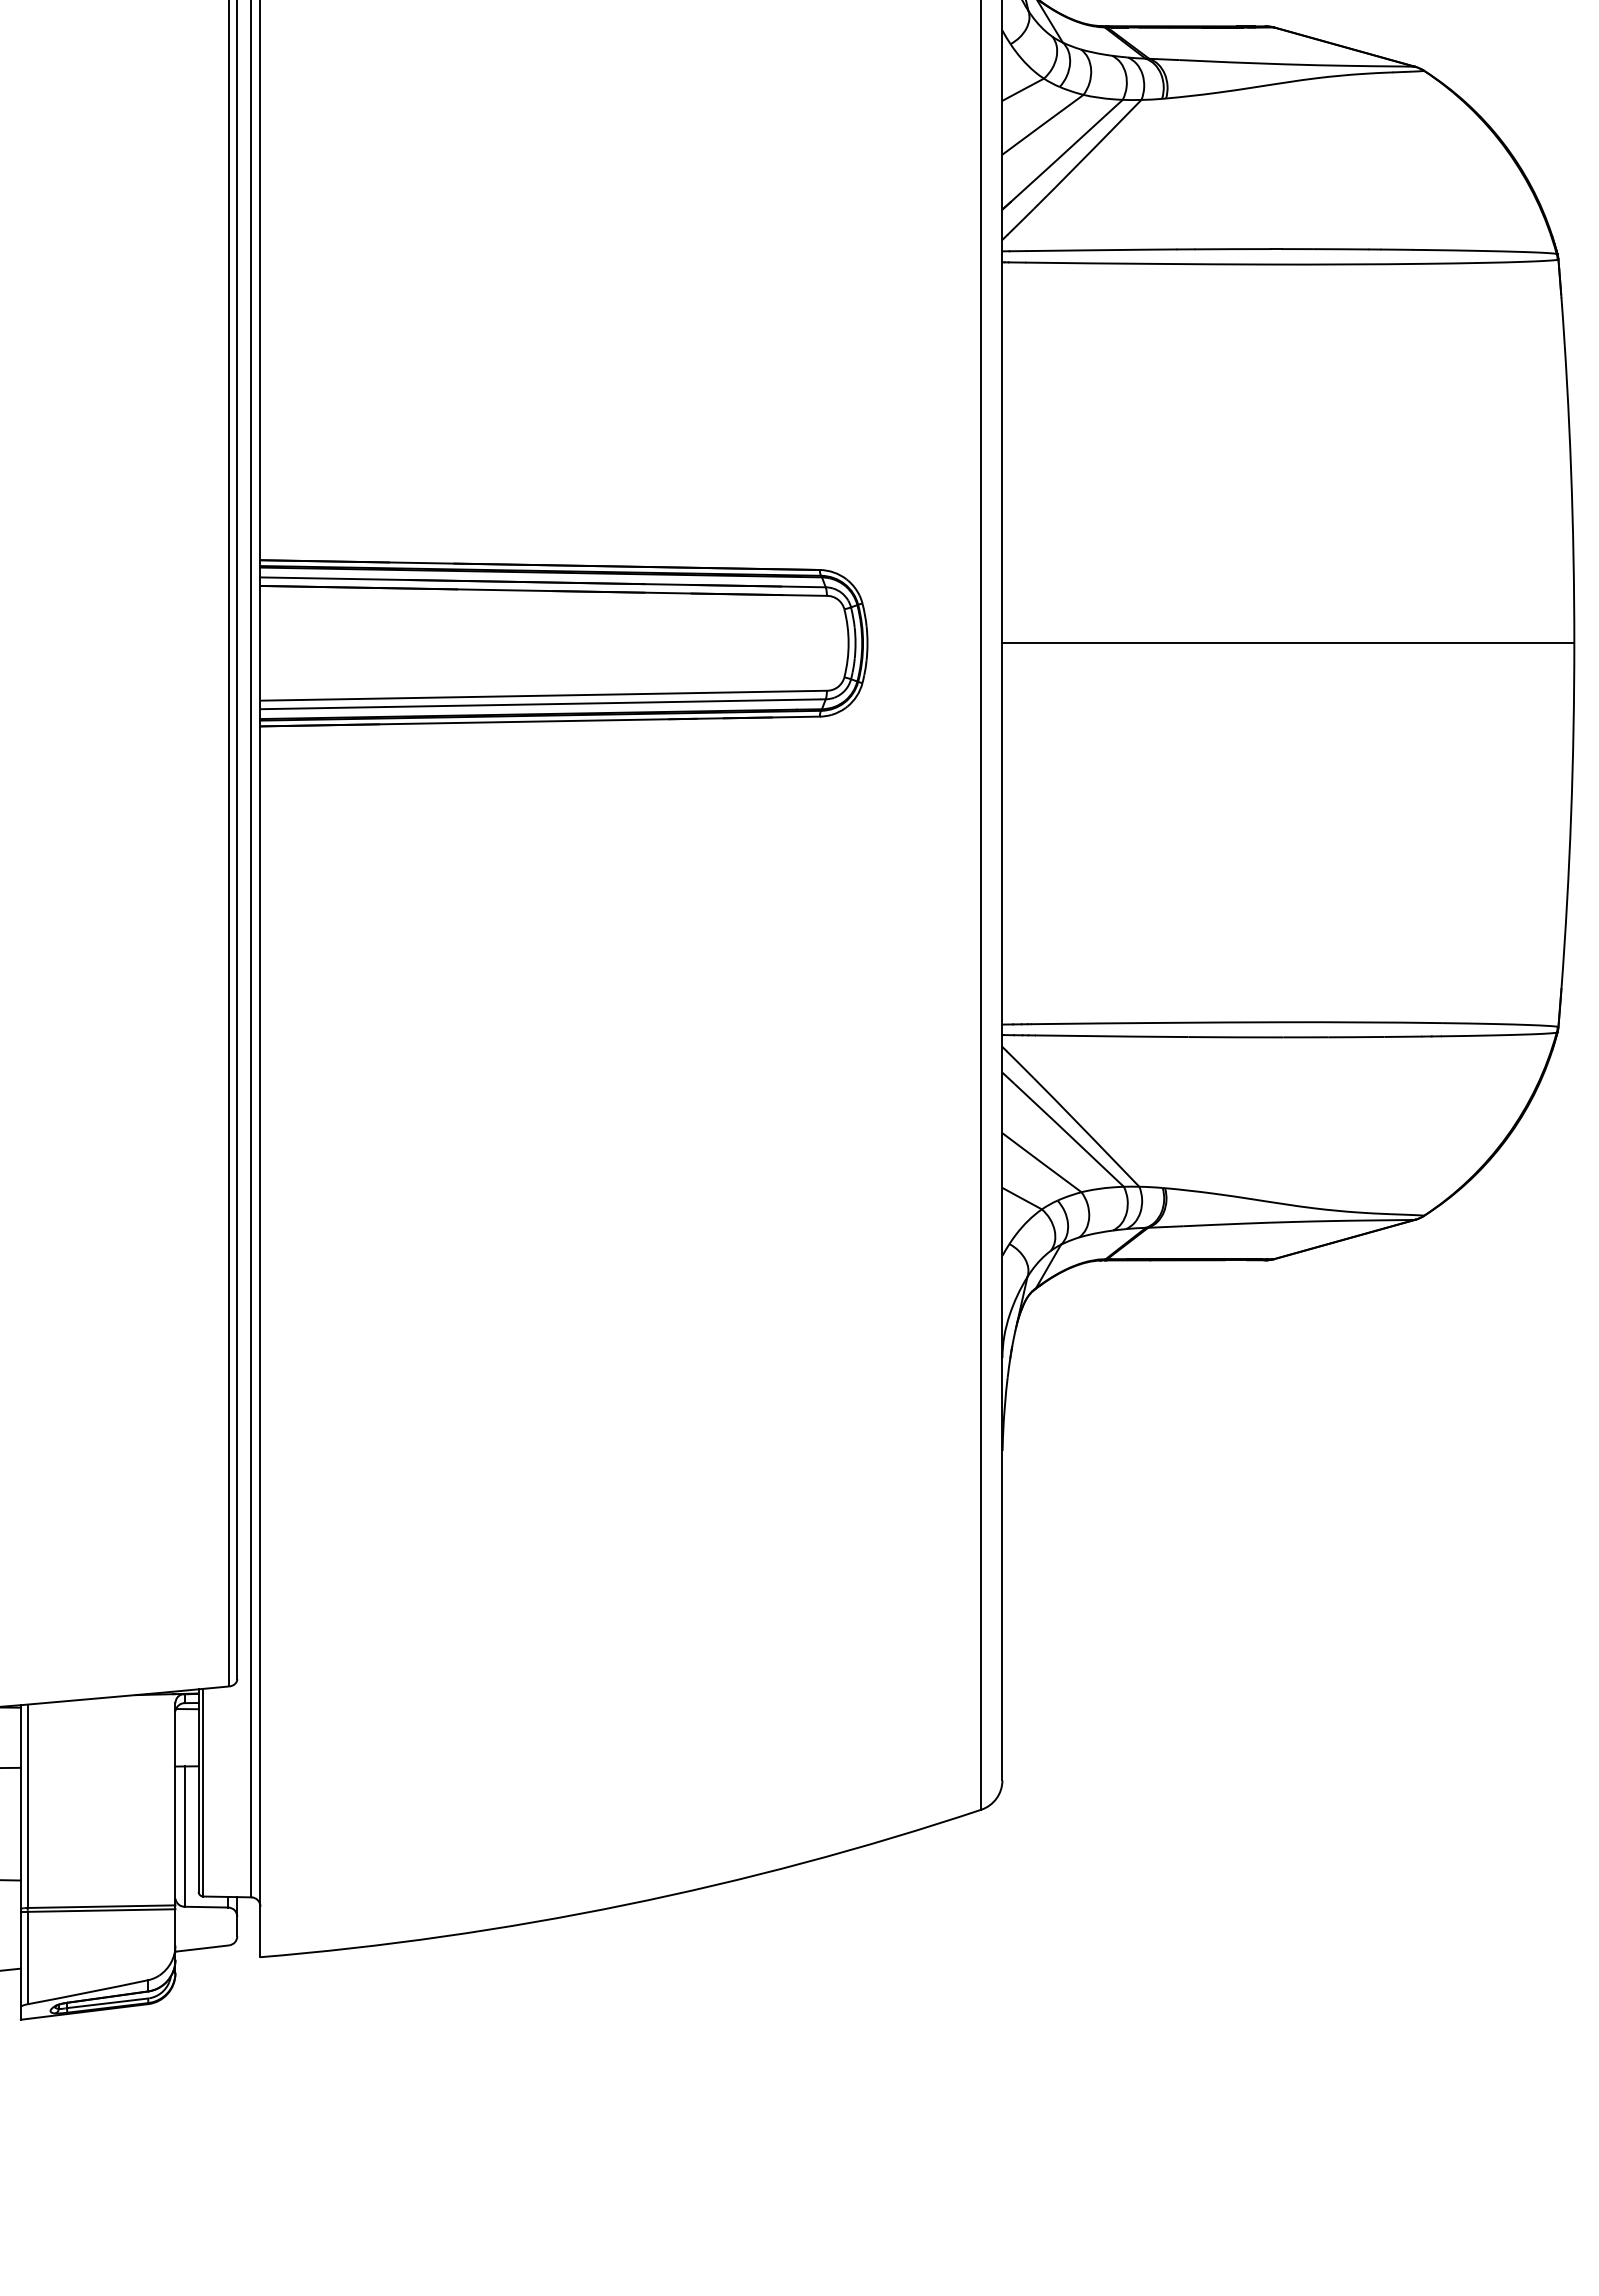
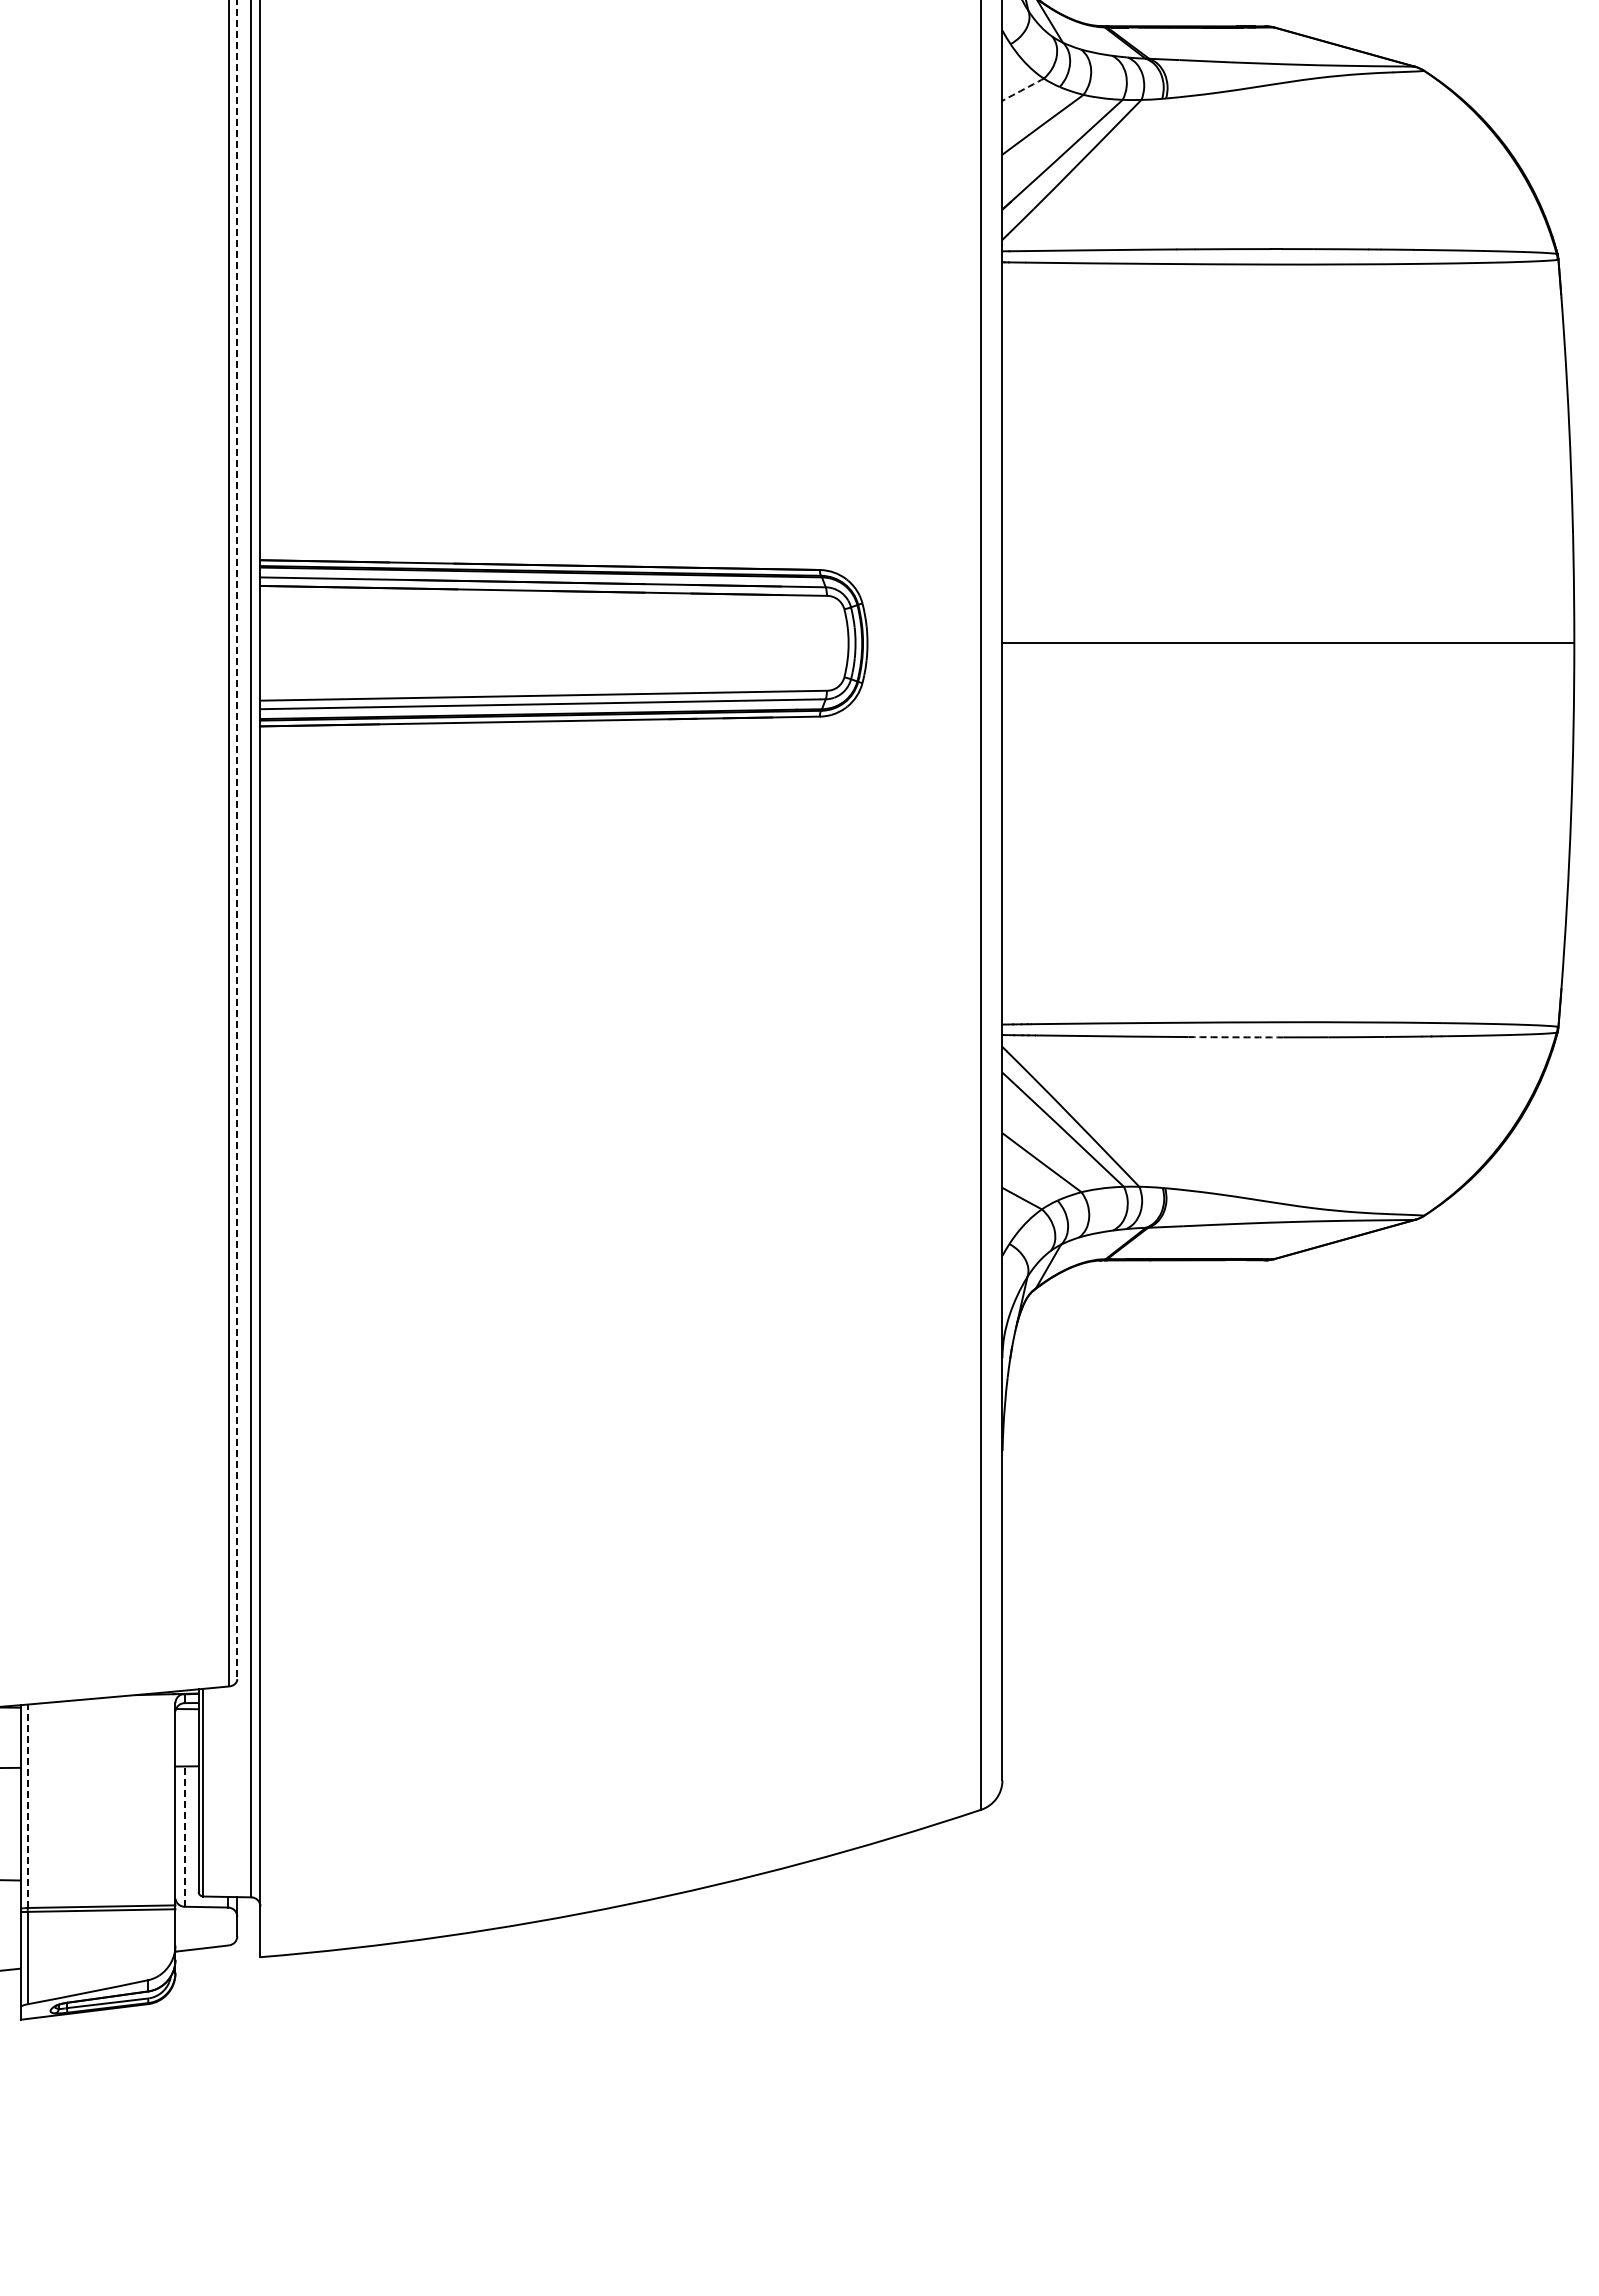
arc at (1023, 89): solid -> dashed
line at (237, 840): solid -> dashed
arc at (1235, 1037): solid -> dashed
line at (27, 1806): solid -> dashed
line at (184, 1836): solid -> dashed
